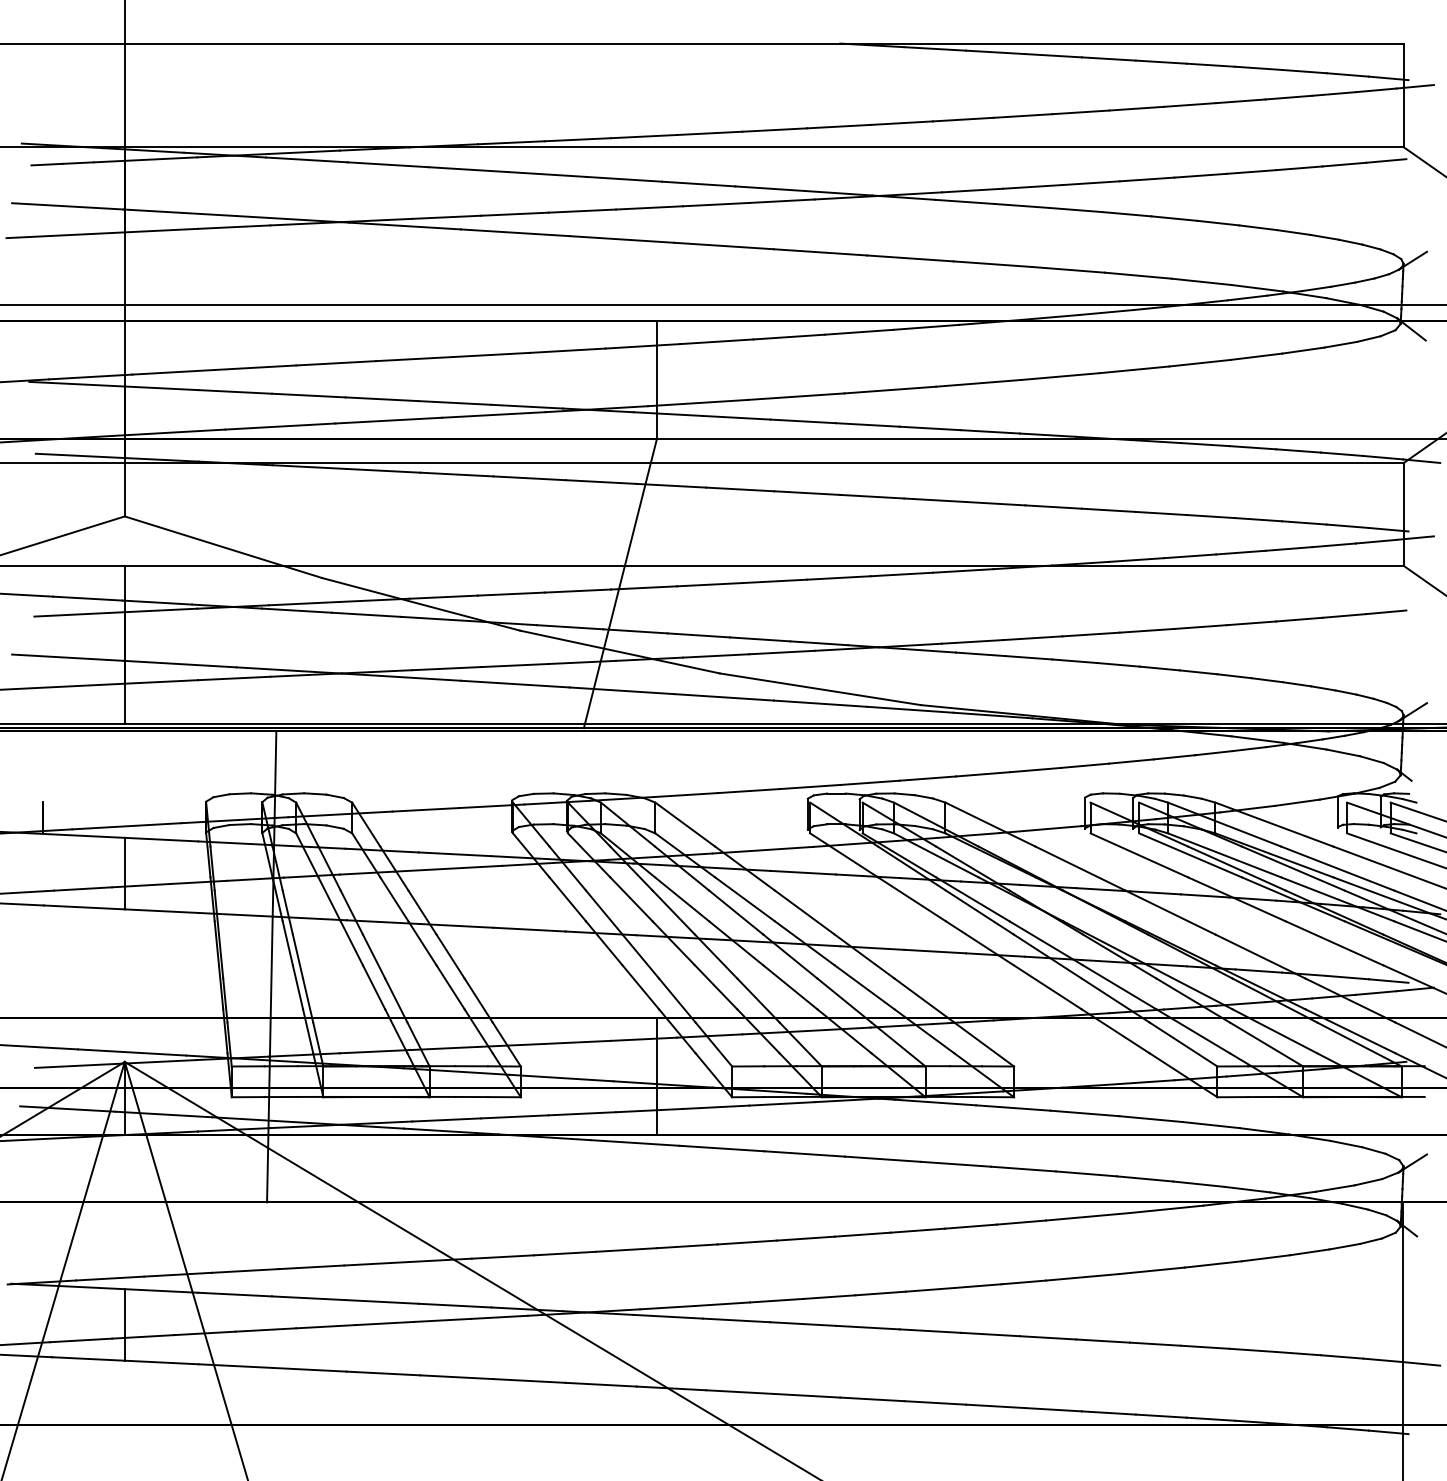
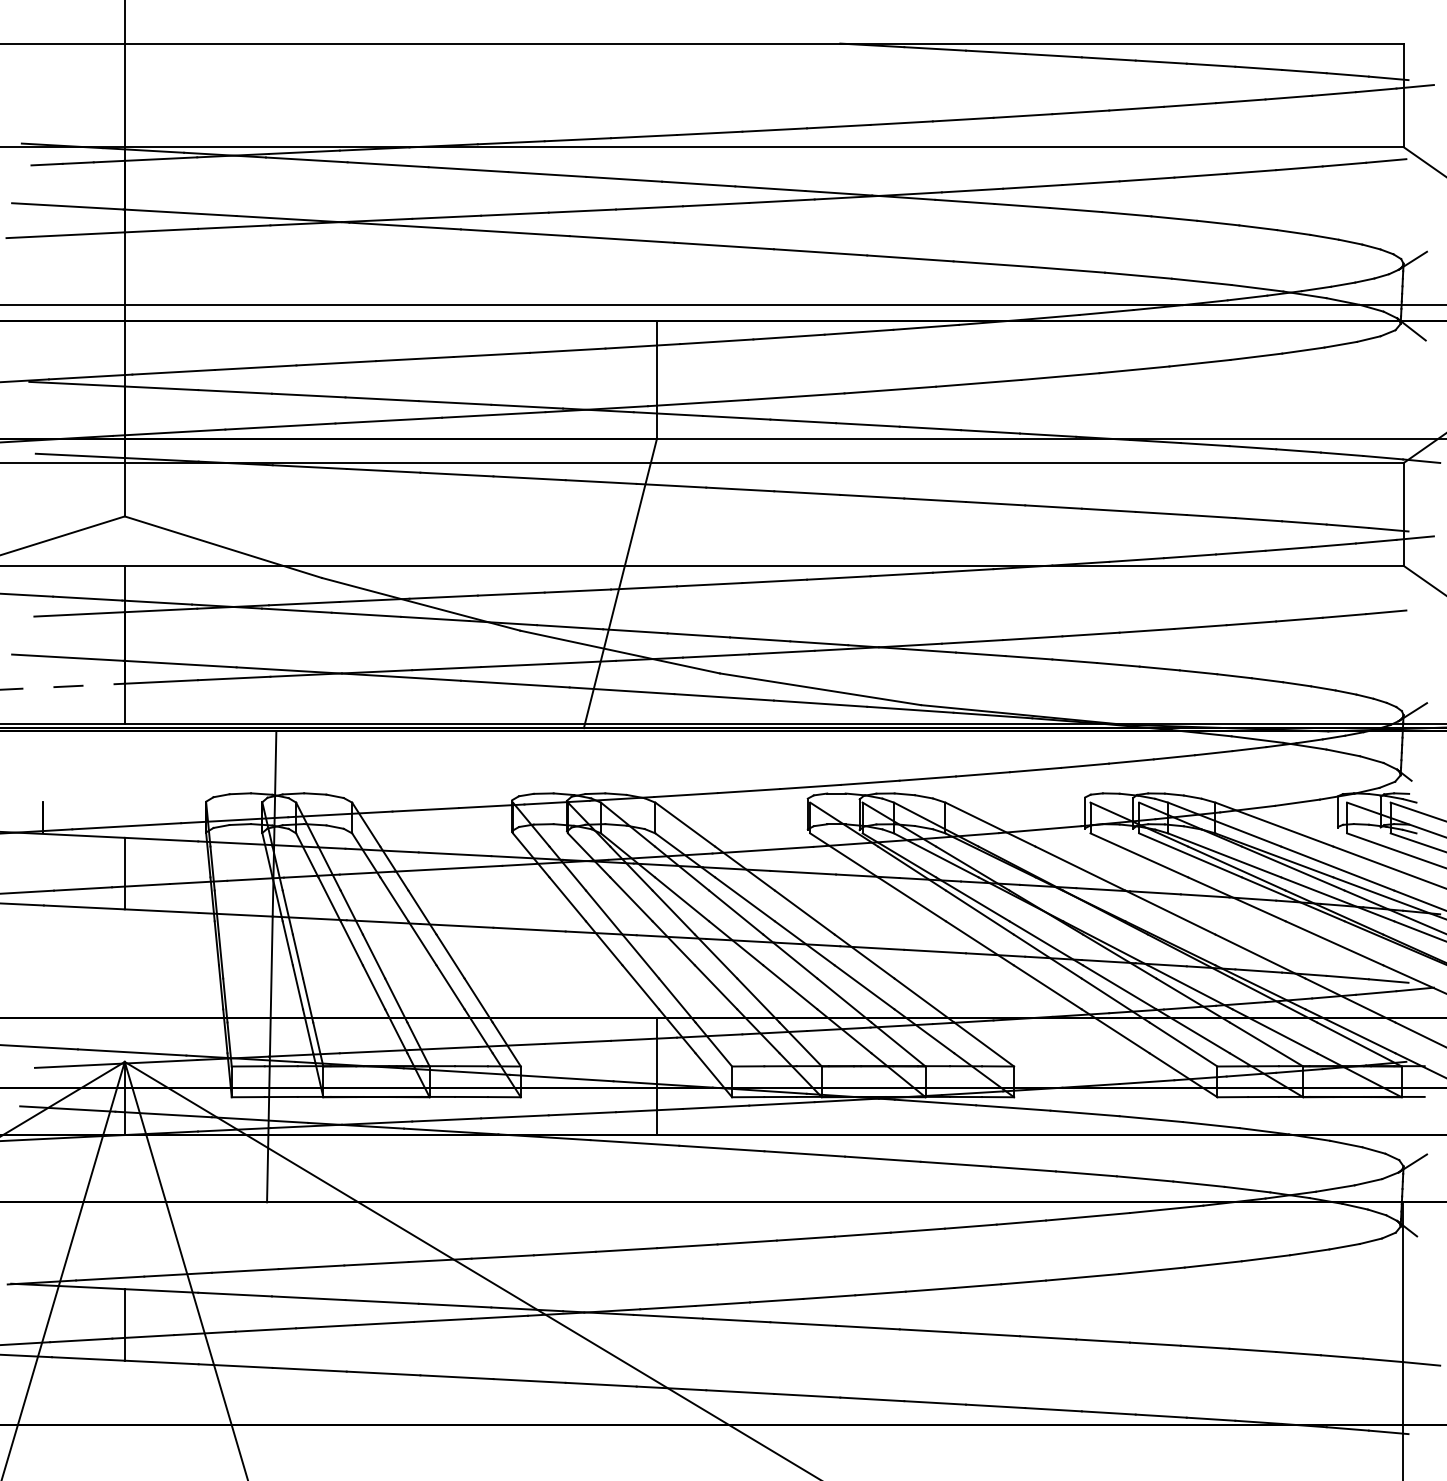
line at (63, 686): solid -> dashed
